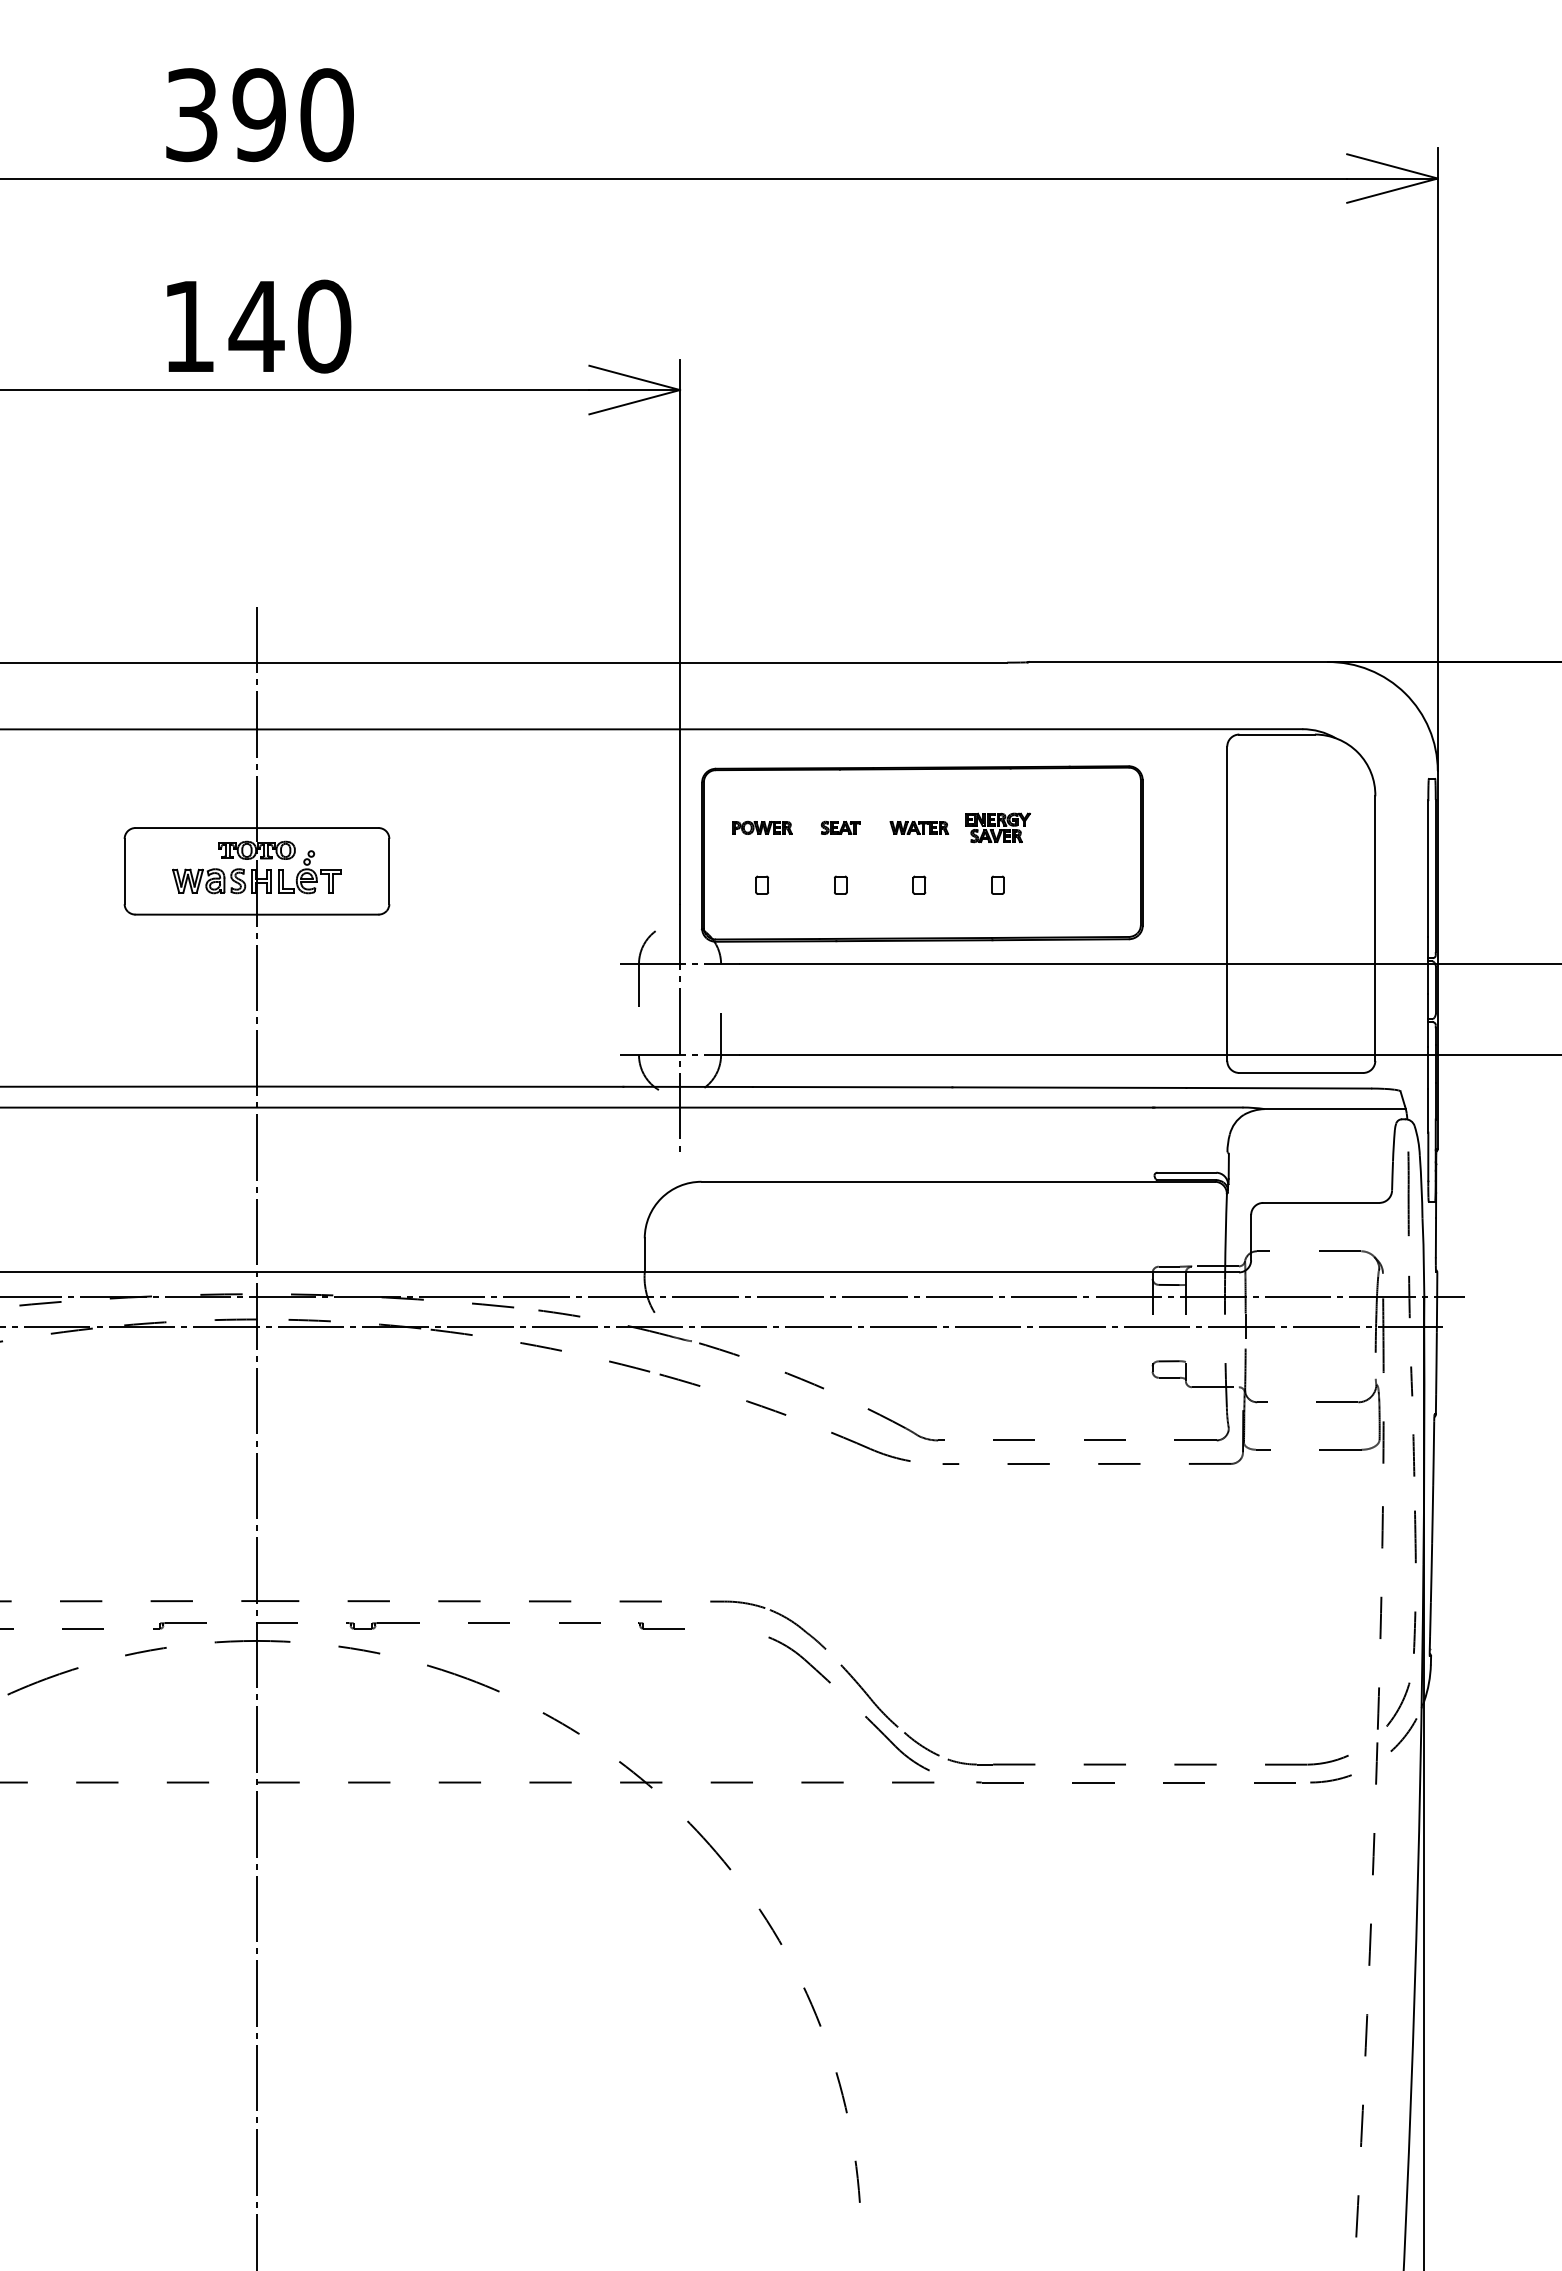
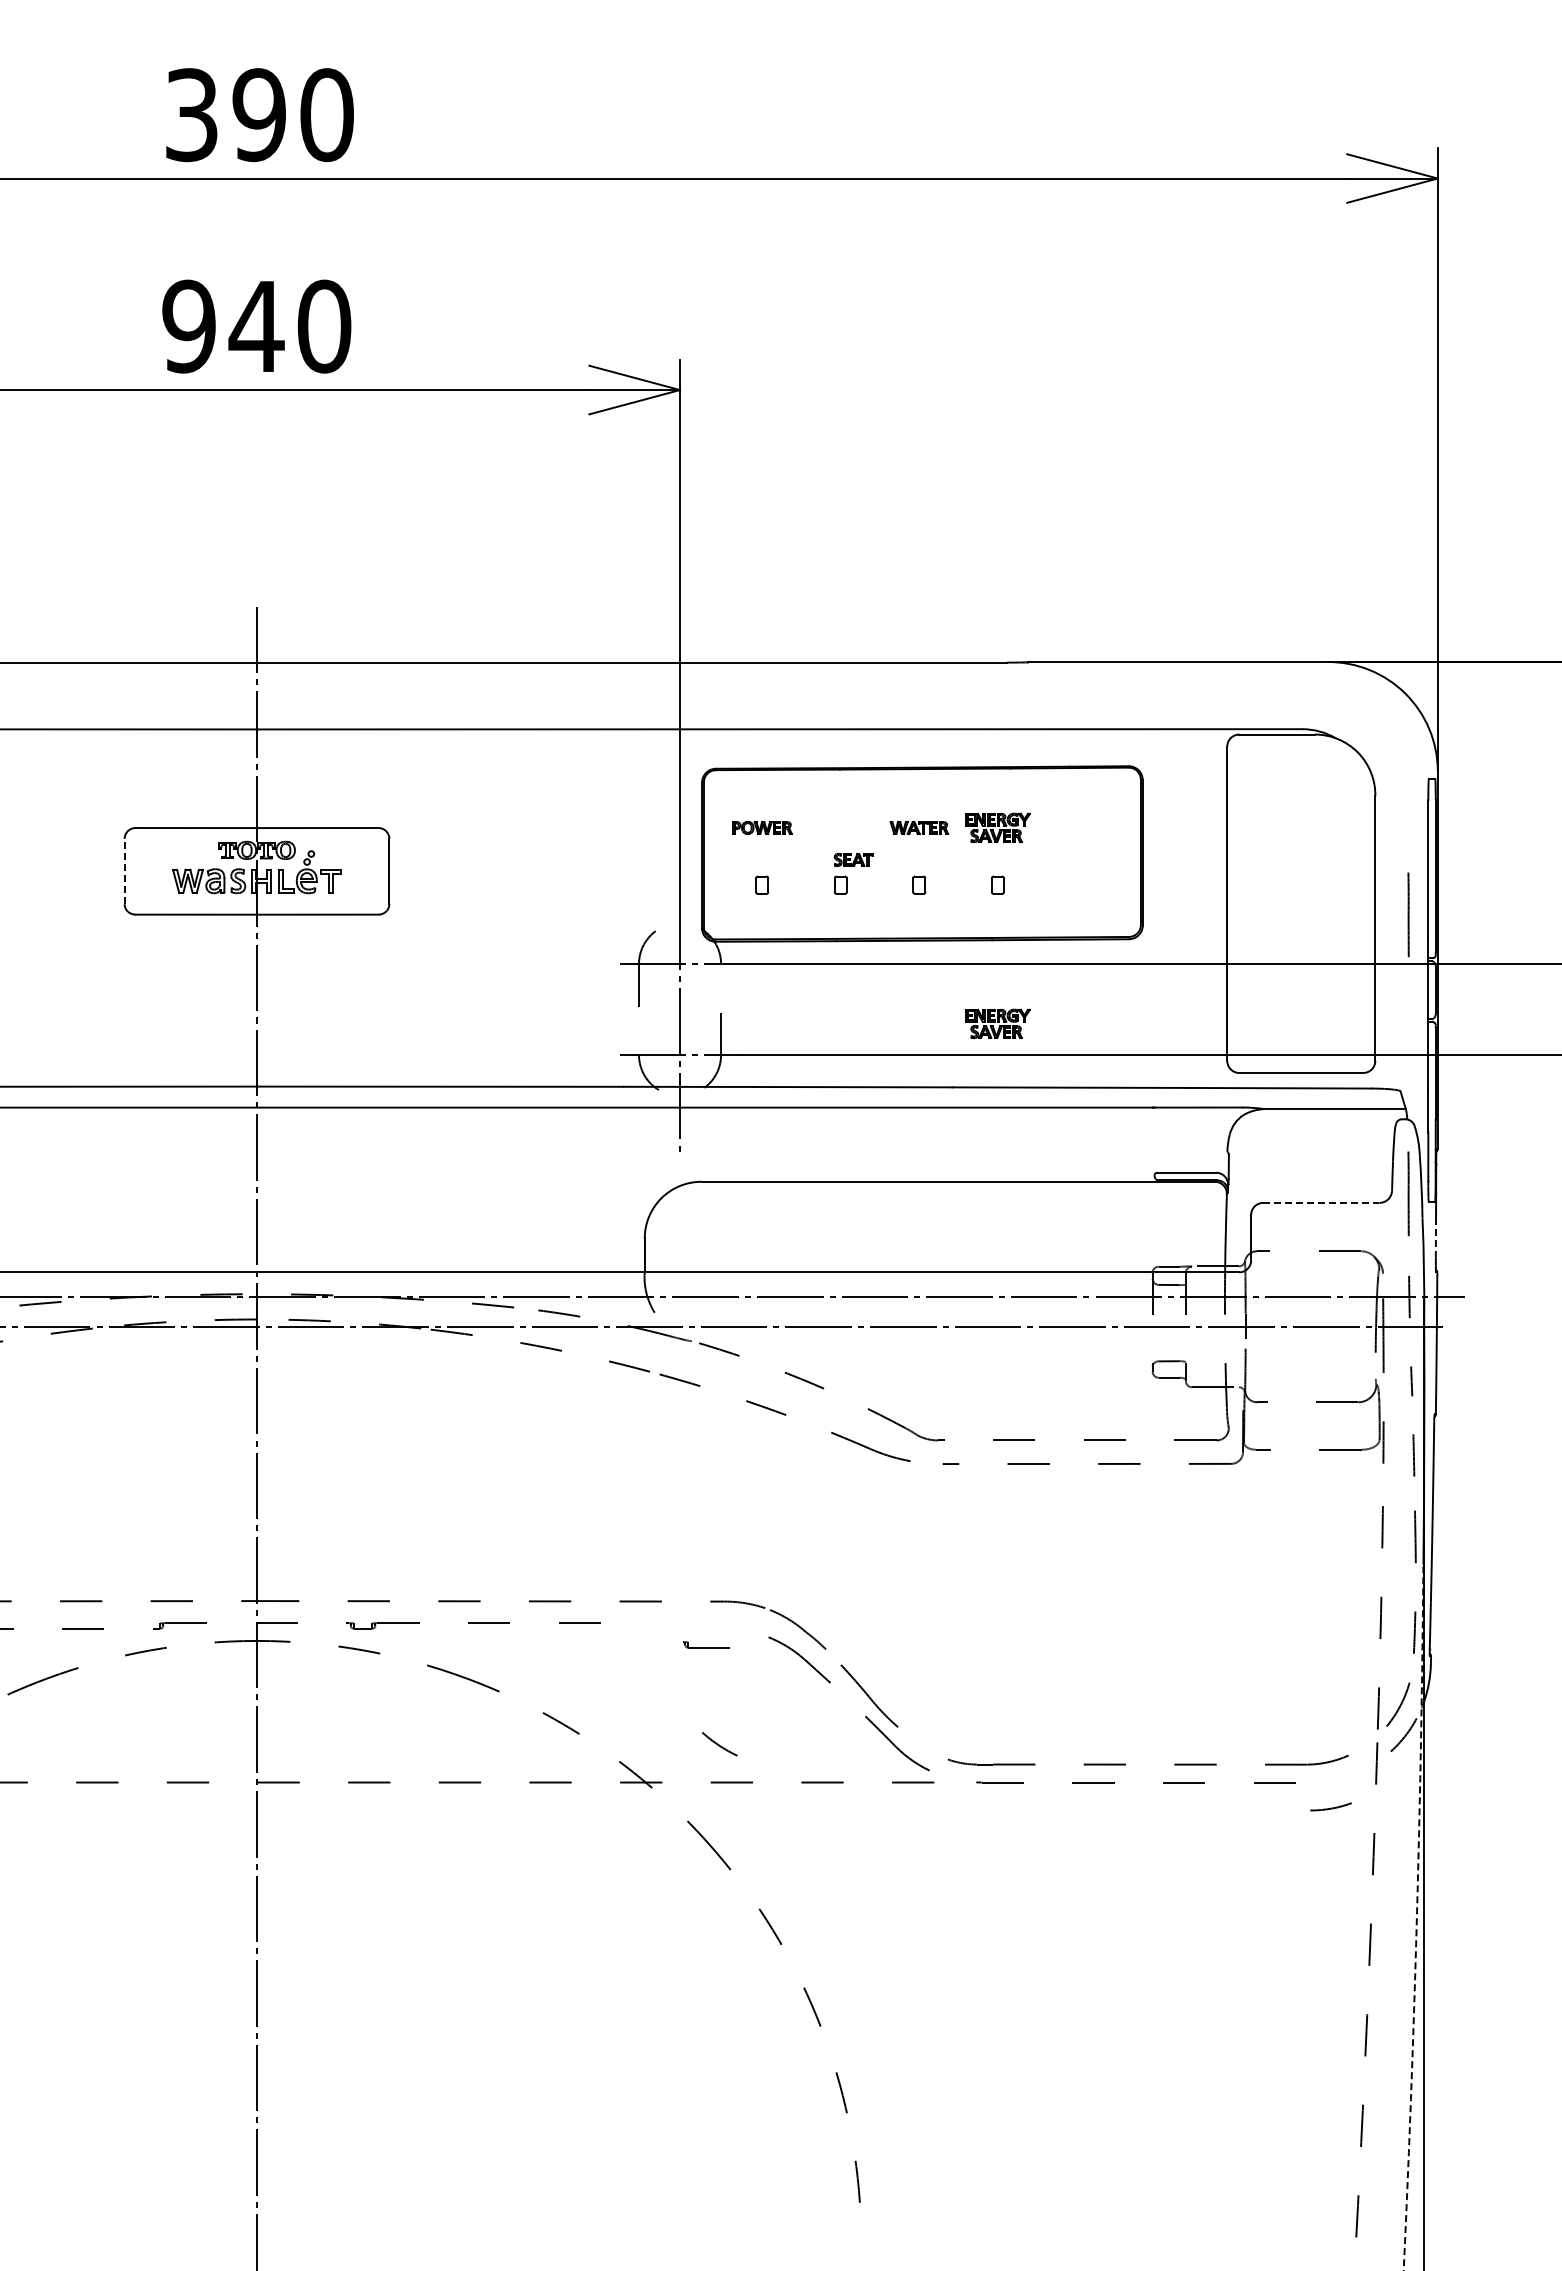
text at (188, 326): 140 -> 940
part at (840, 827) position: (840, 827) -> (853, 859)
line at (124, 871): solid -> dashed
line at (1408, 914): none -> present
part at (997, 1023): none -> present
line at (1321, 1202): solid -> dashed
line at (1435, 1237): solid -> dashed
part at (661, 1625) position: (661, 1625) -> (706, 1644)
arc at (921, 1744) position: (921, 1744) -> (719, 1744)
arc at (1330, 1779) position: (1330, 1779) -> (1330, 1807)
arc at (1416, 1917): solid -> dashed
